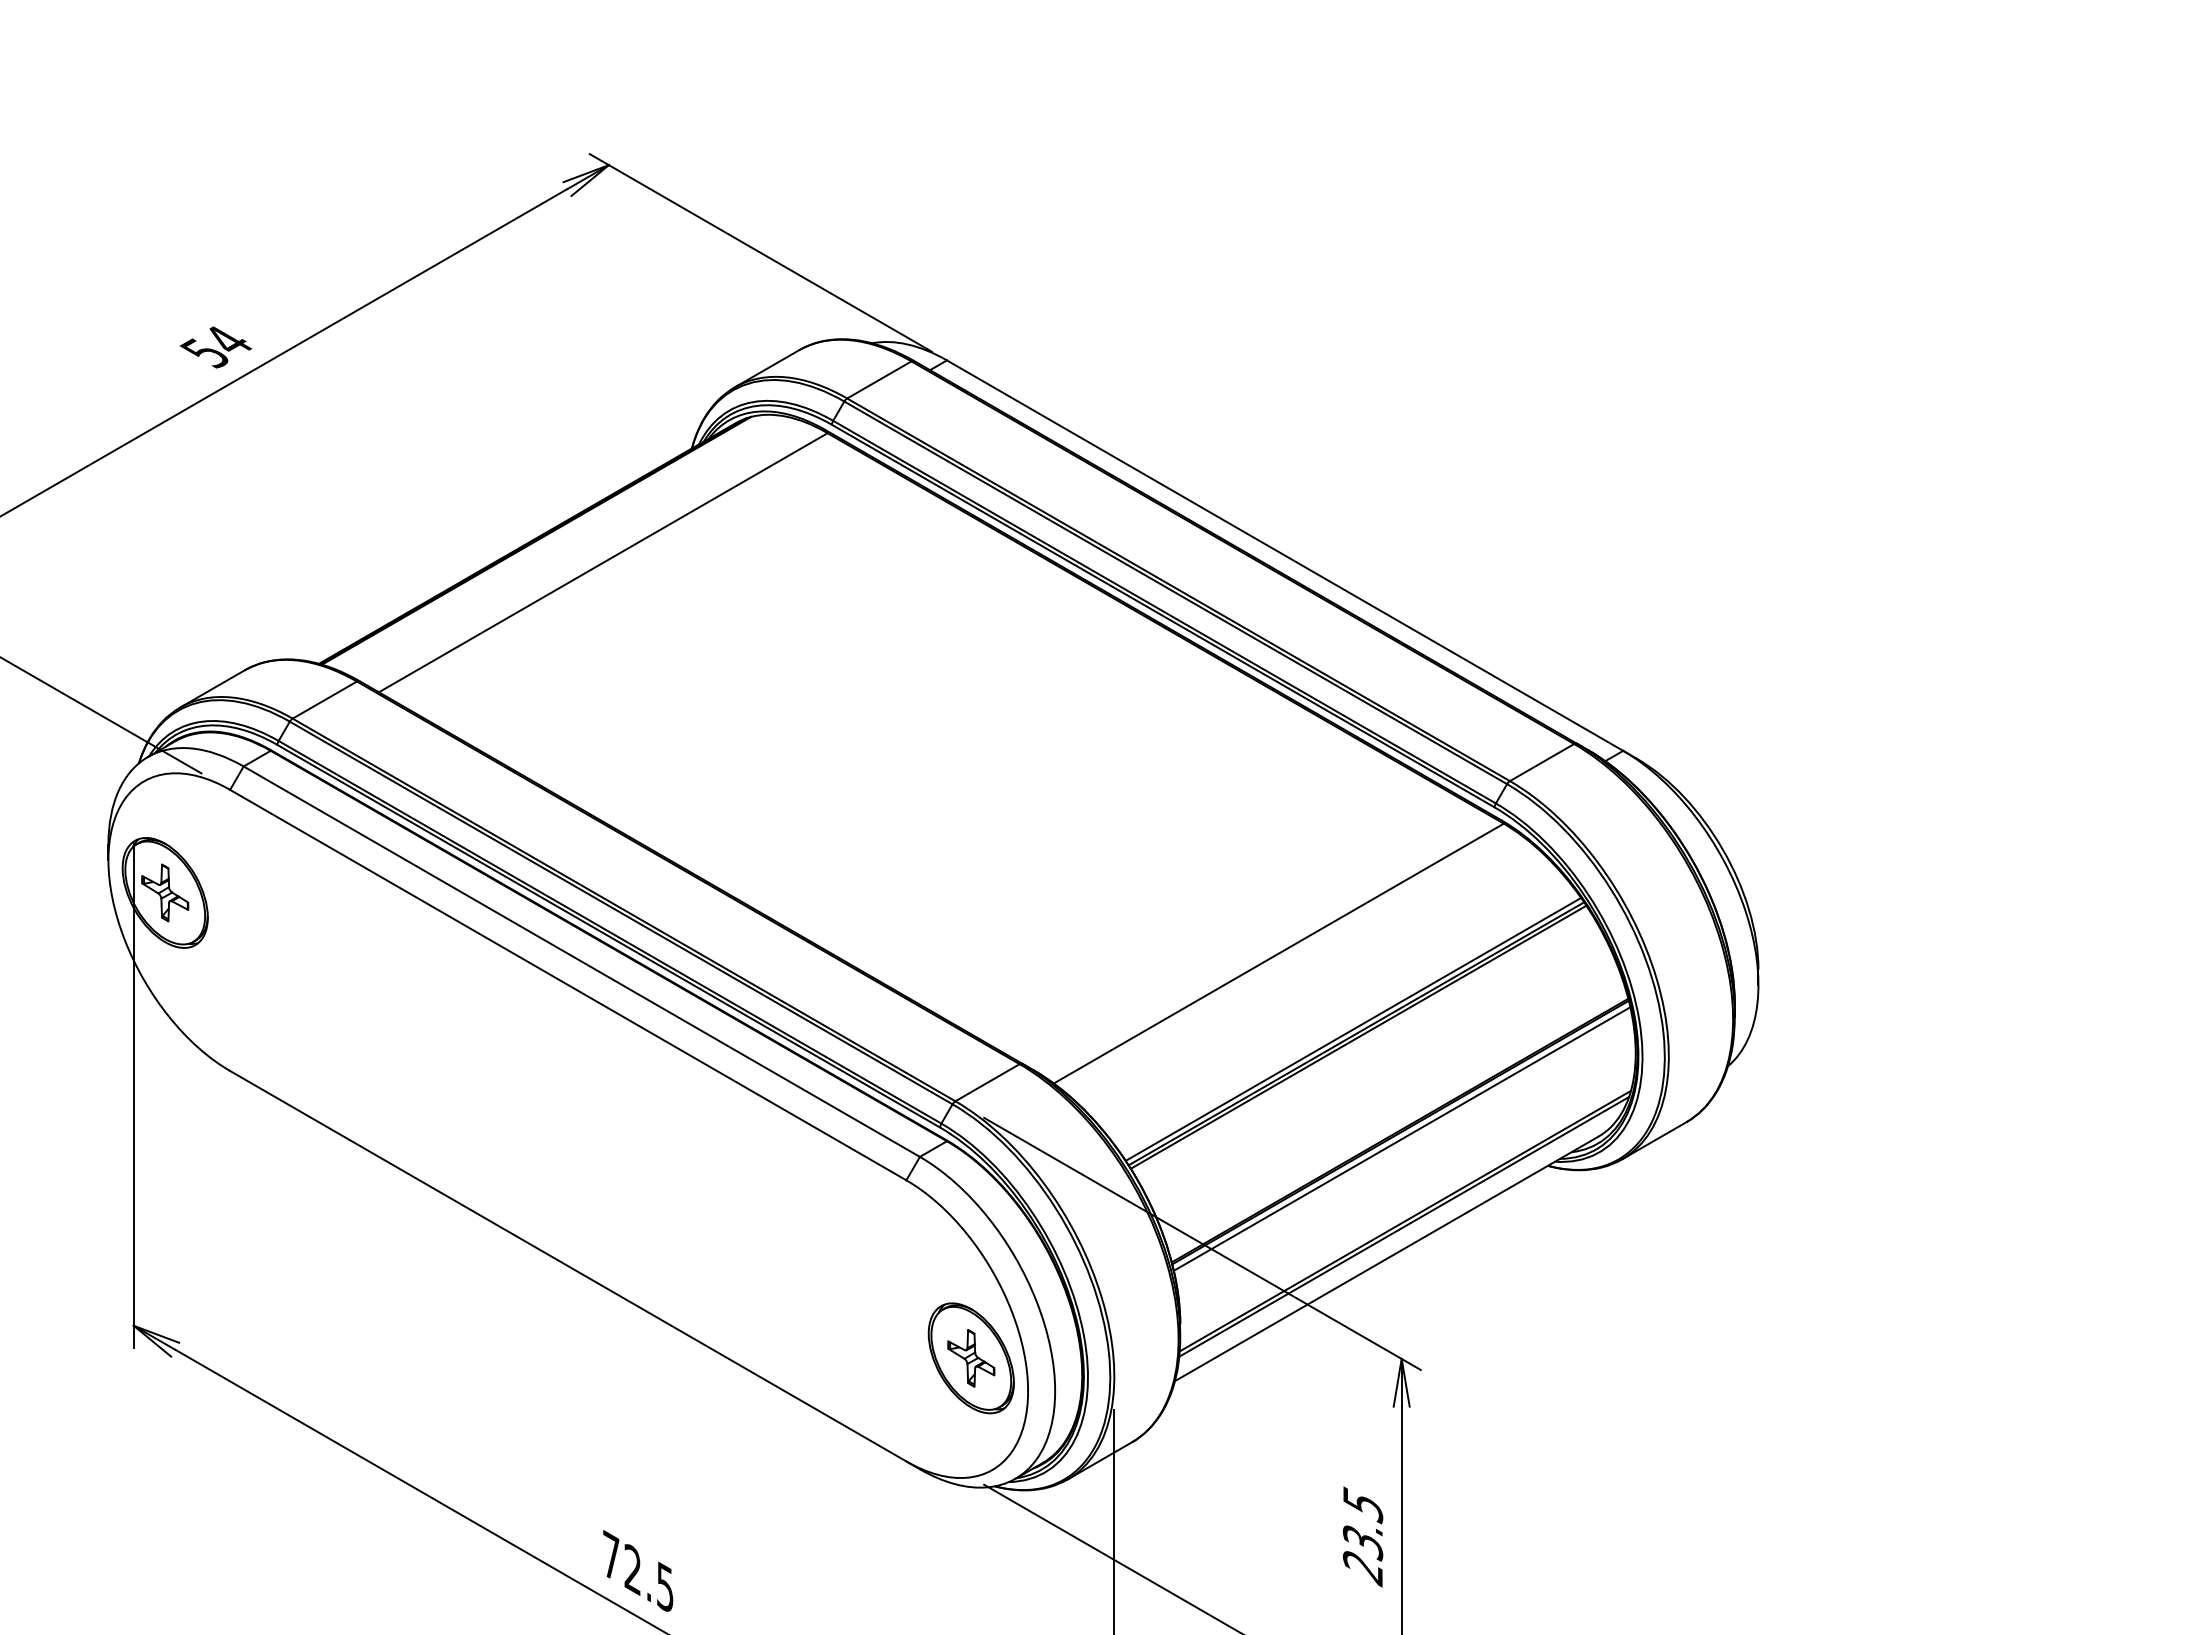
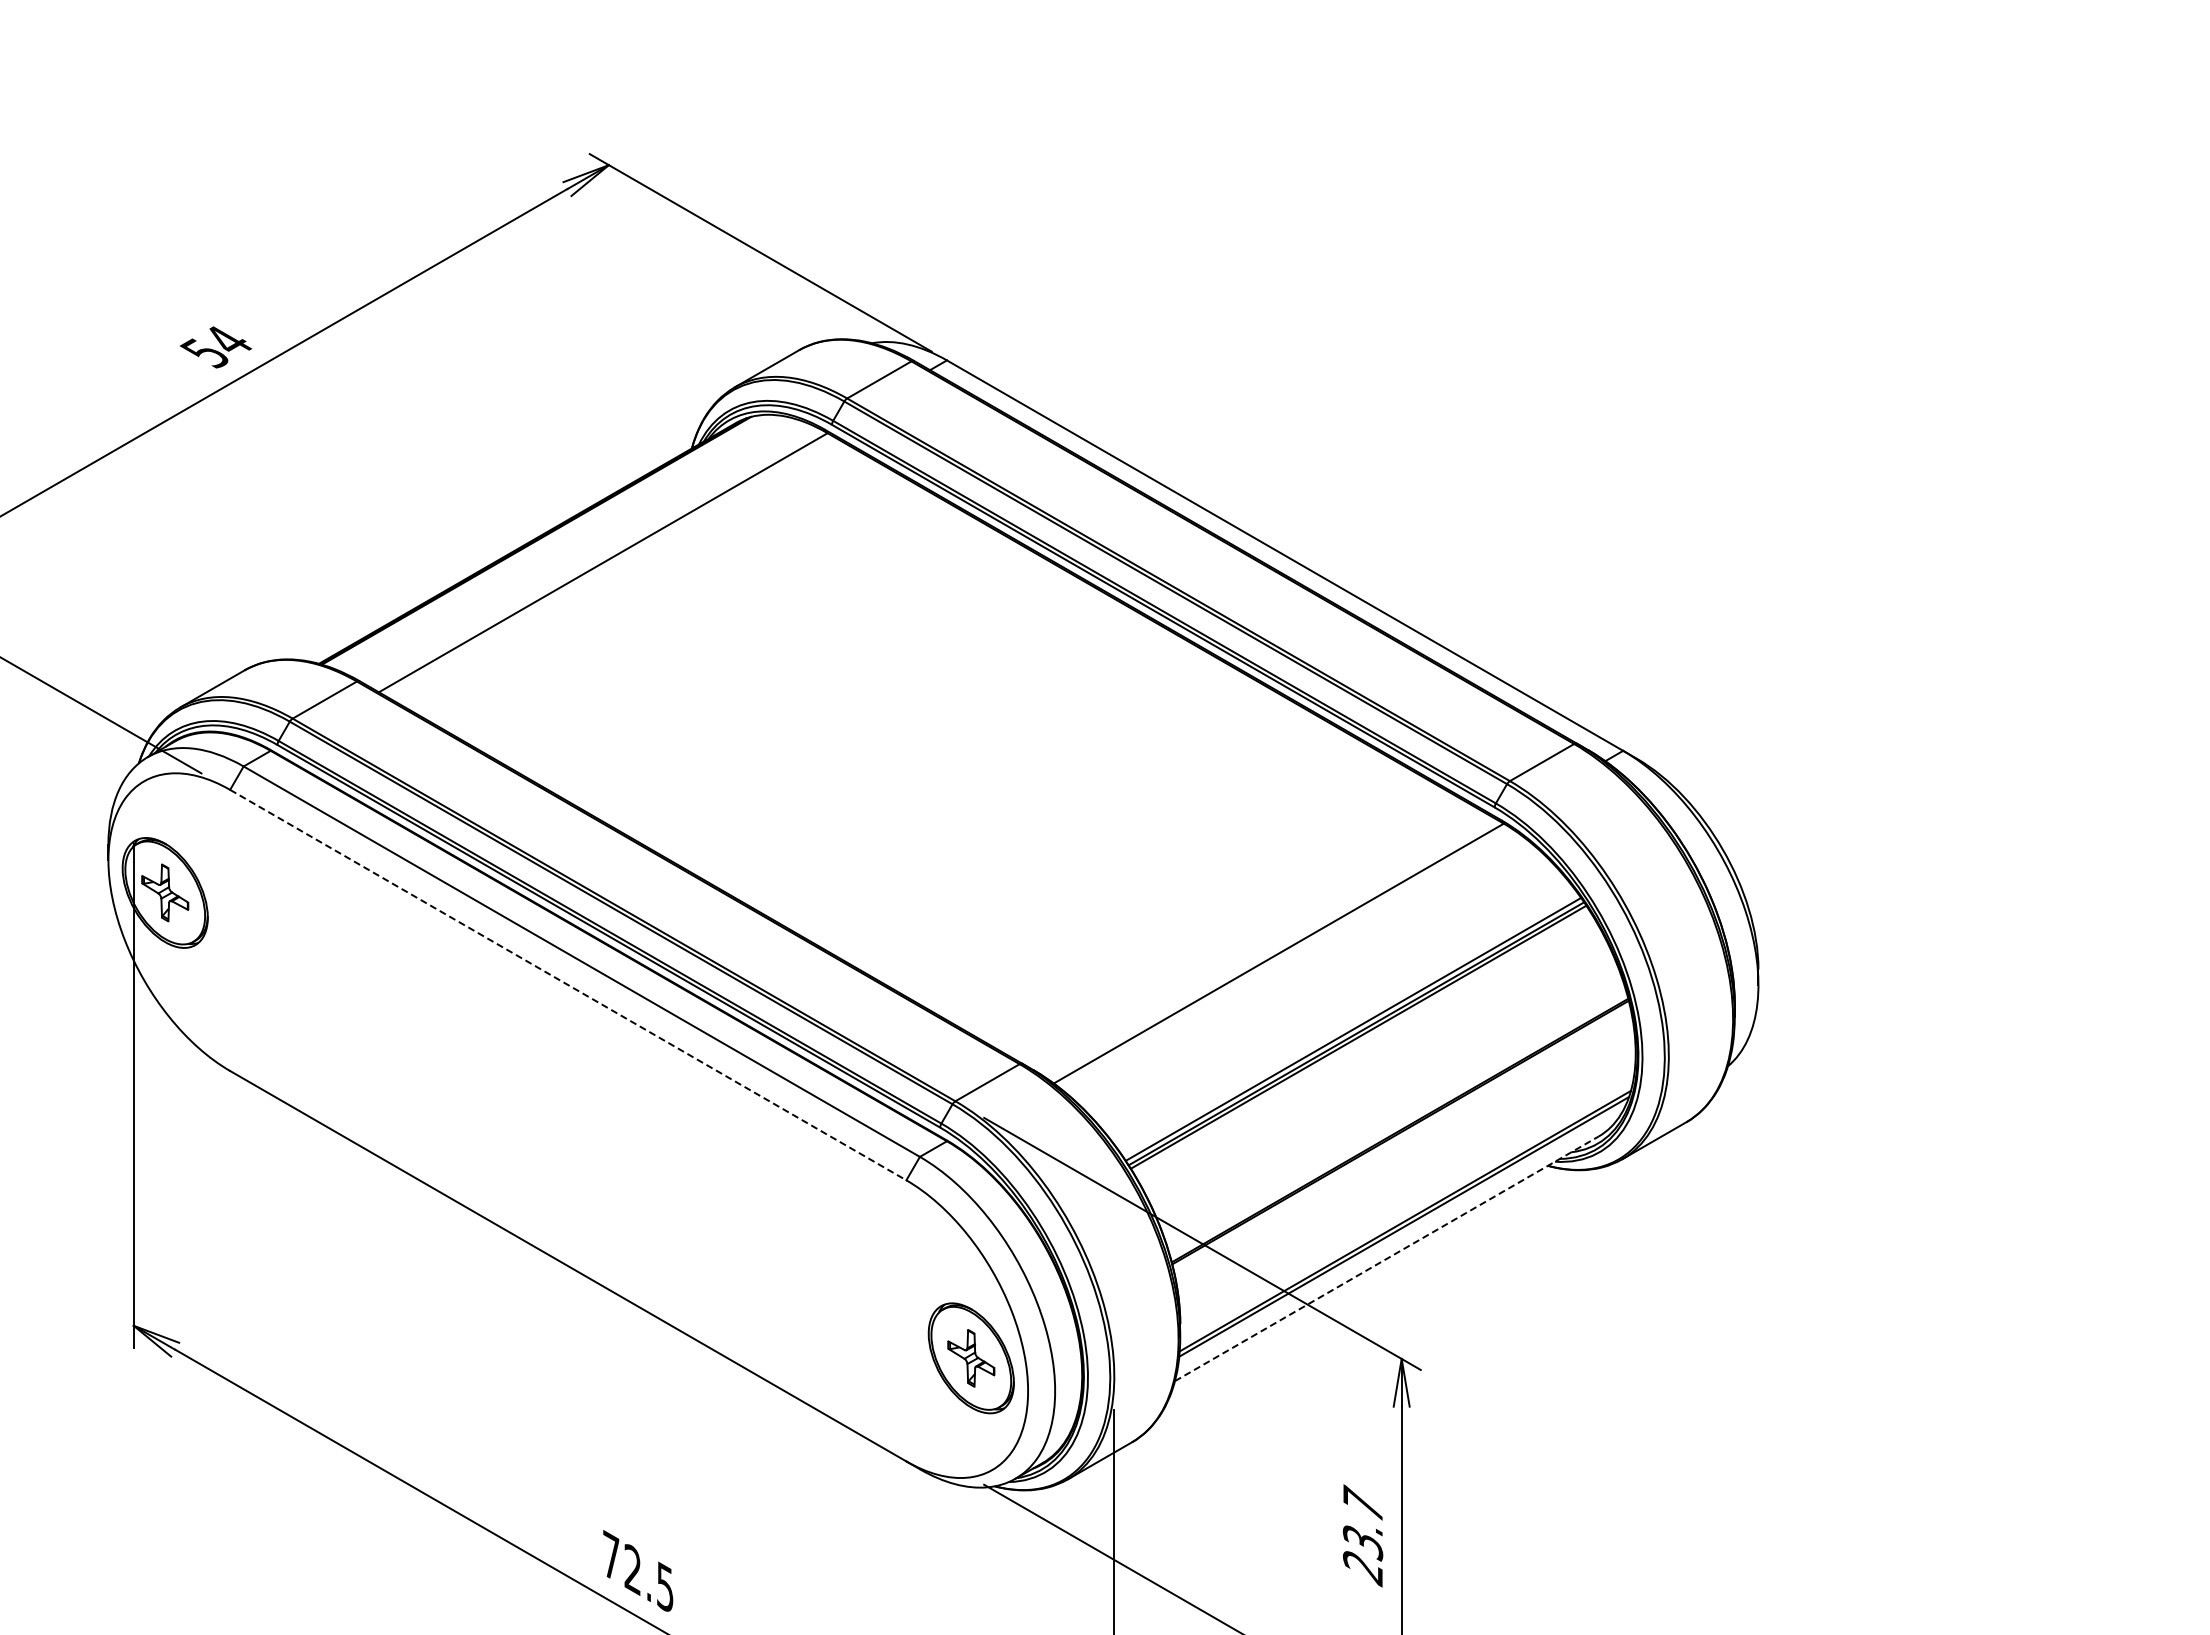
line at (568, 985): solid -> dashed
line at (1401, 1138): present -> none
line at (1386, 1258): solid -> dashed
text at (1363, 1504): 23.5 -> 23.7
